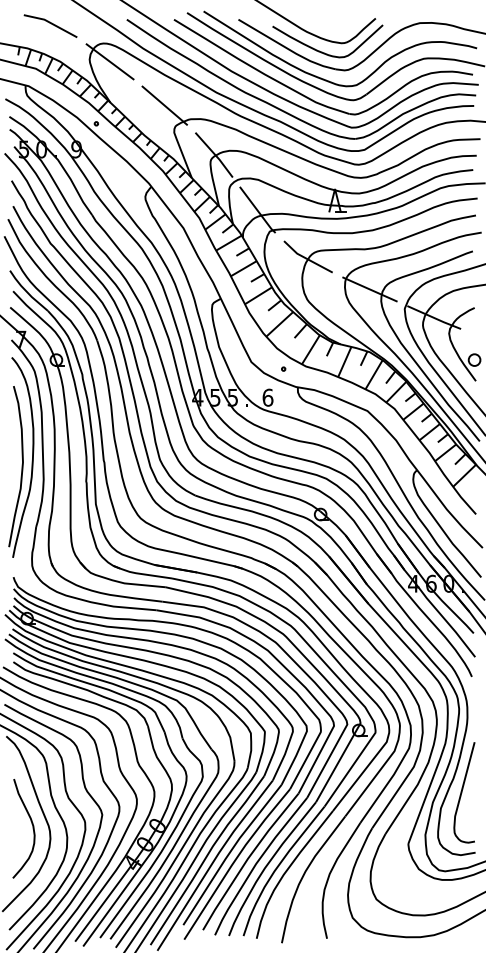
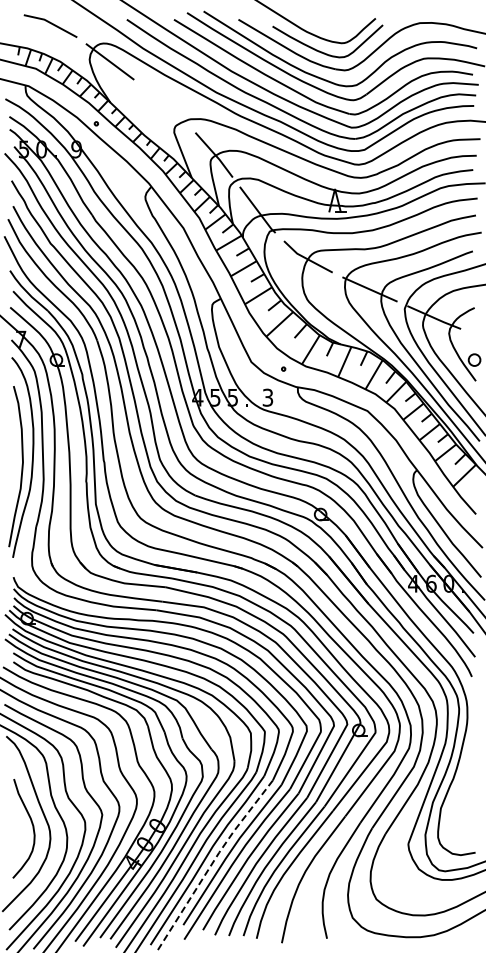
line at (164, 105): present -> none
text at (267, 397): 6 -> 3
curve at (462, 792): present -> none
line at (212, 862): solid -> dashed
